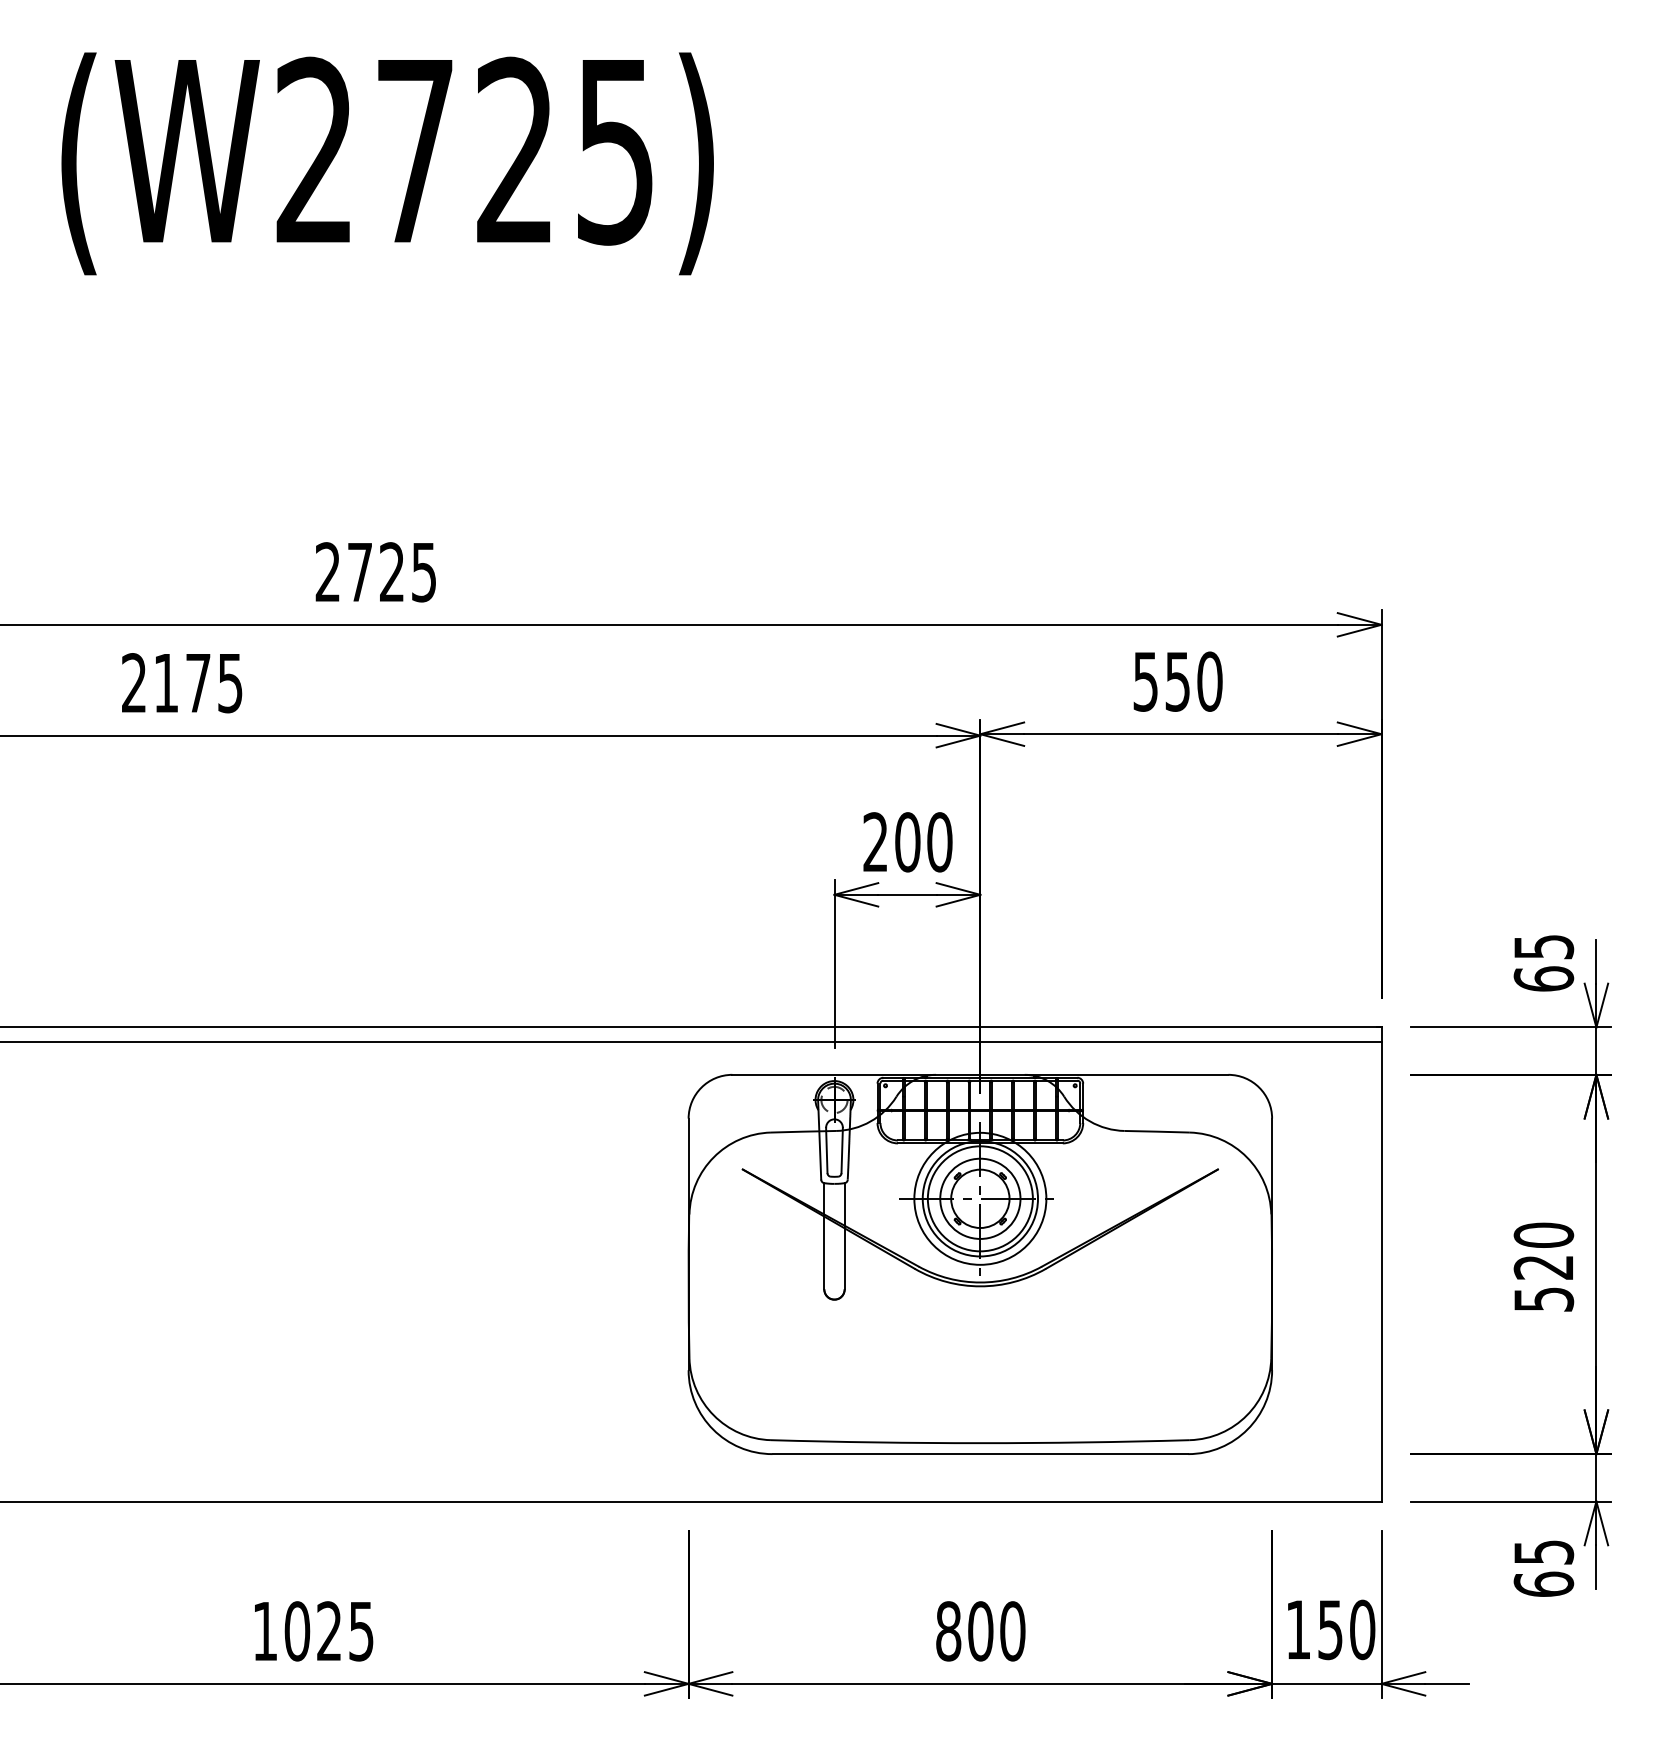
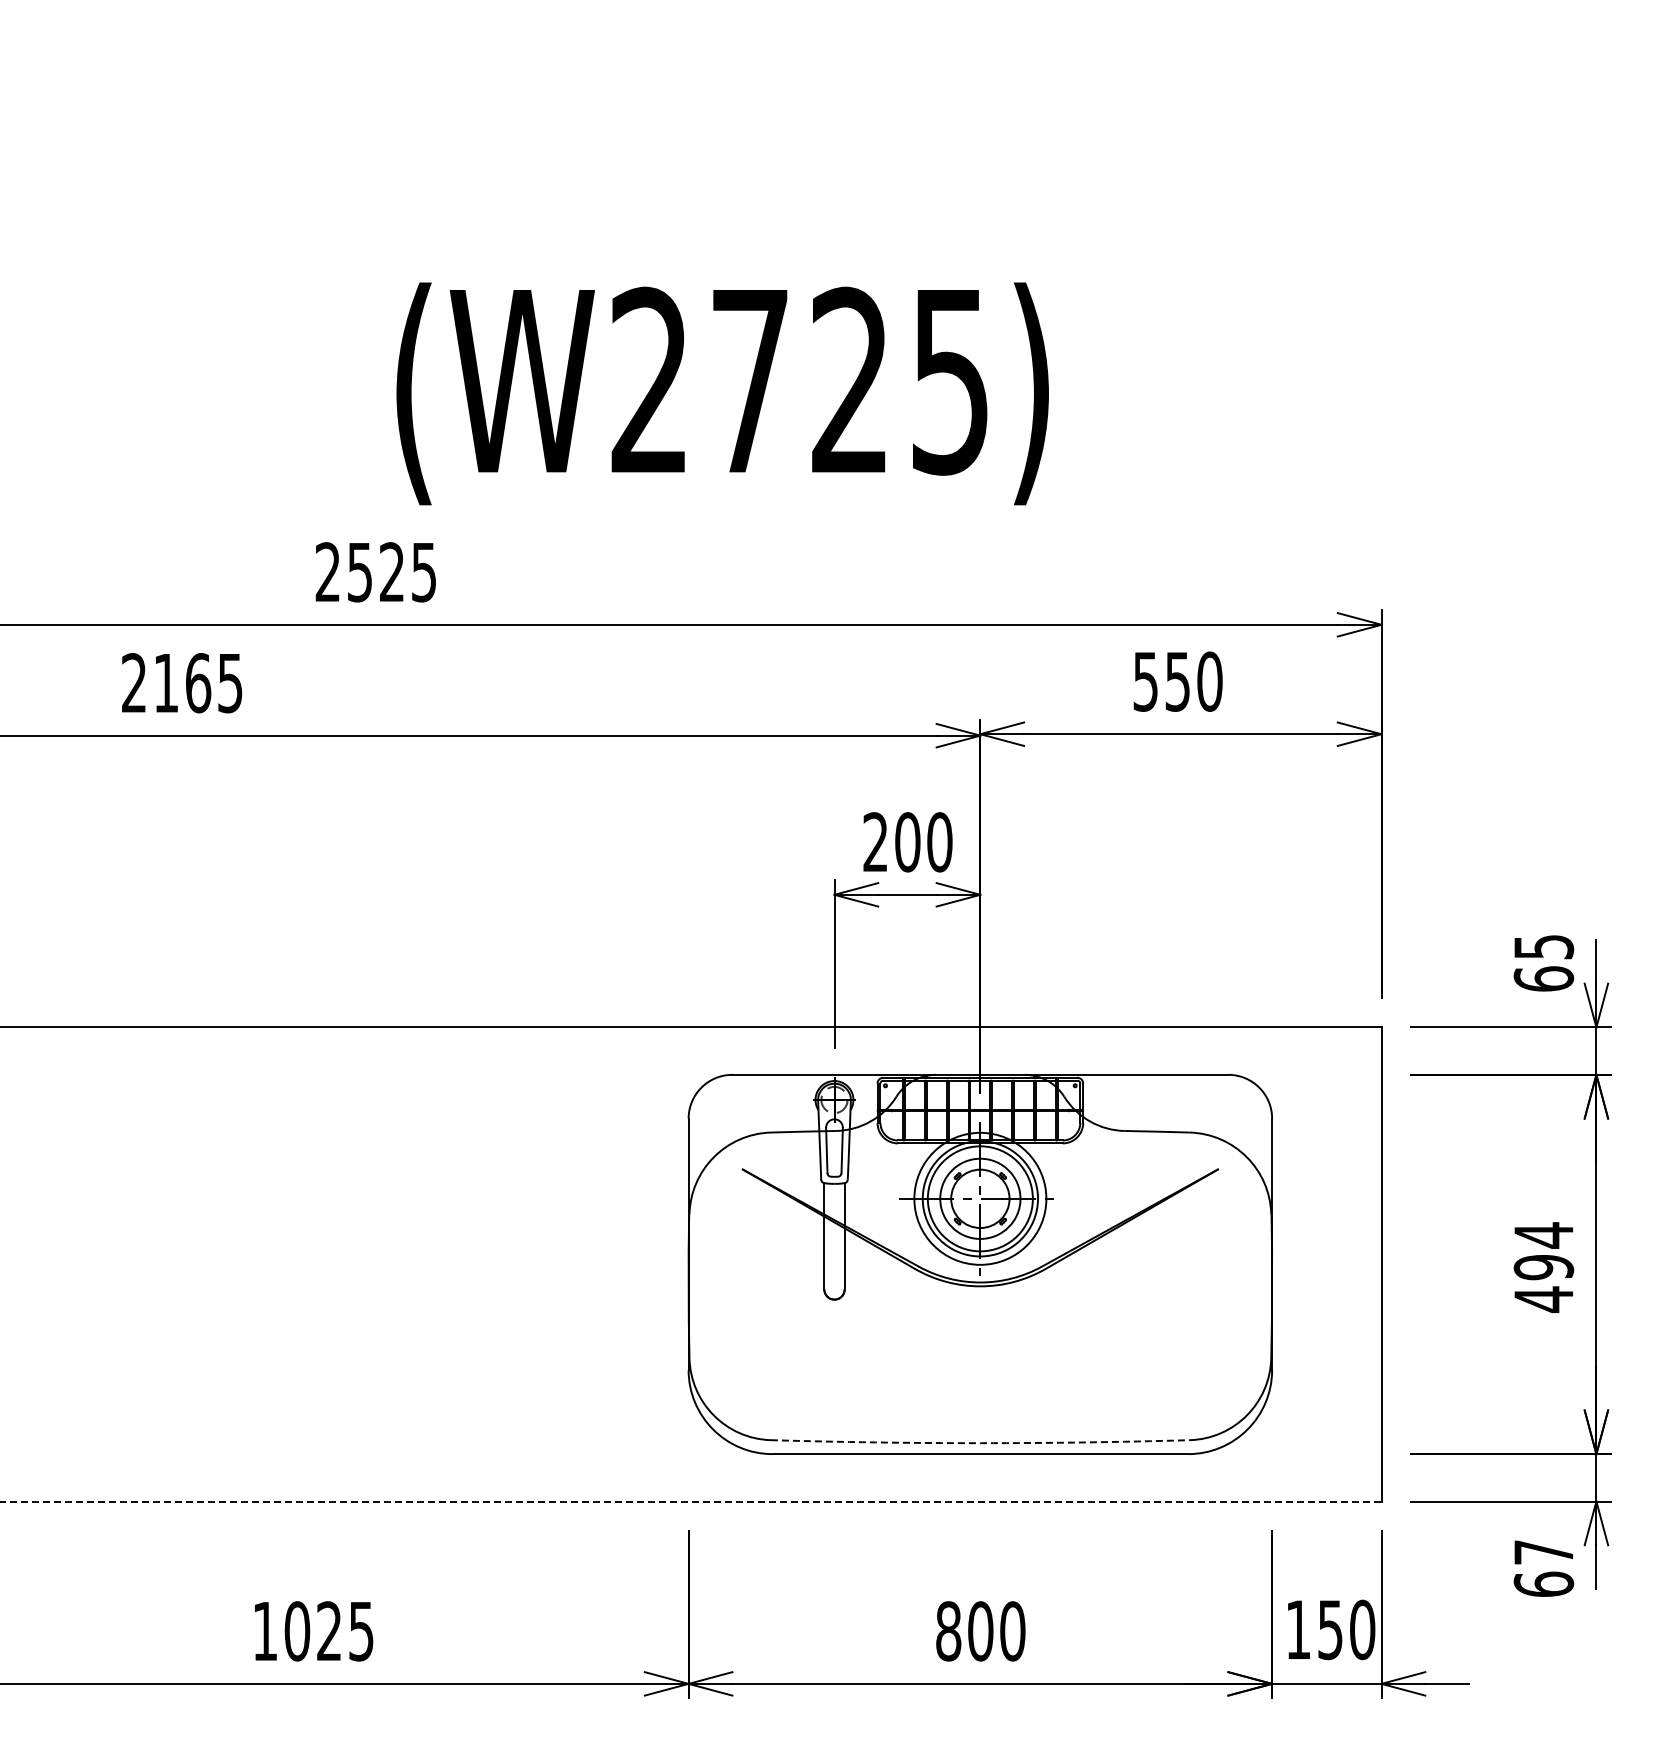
text at (387, 163) position: (387, 163) -> (722, 393)
text at (359, 572): 2725 -> 2525
text at (198, 683): 2175 -> 2165
line at (691, 1042): present -> none
text at (1543, 1267): 520 -> 494
arc at (980, 1443): solid -> dashed
line at (691, 1501): solid -> dashed
text at (1544, 1552): 65 -> 67
